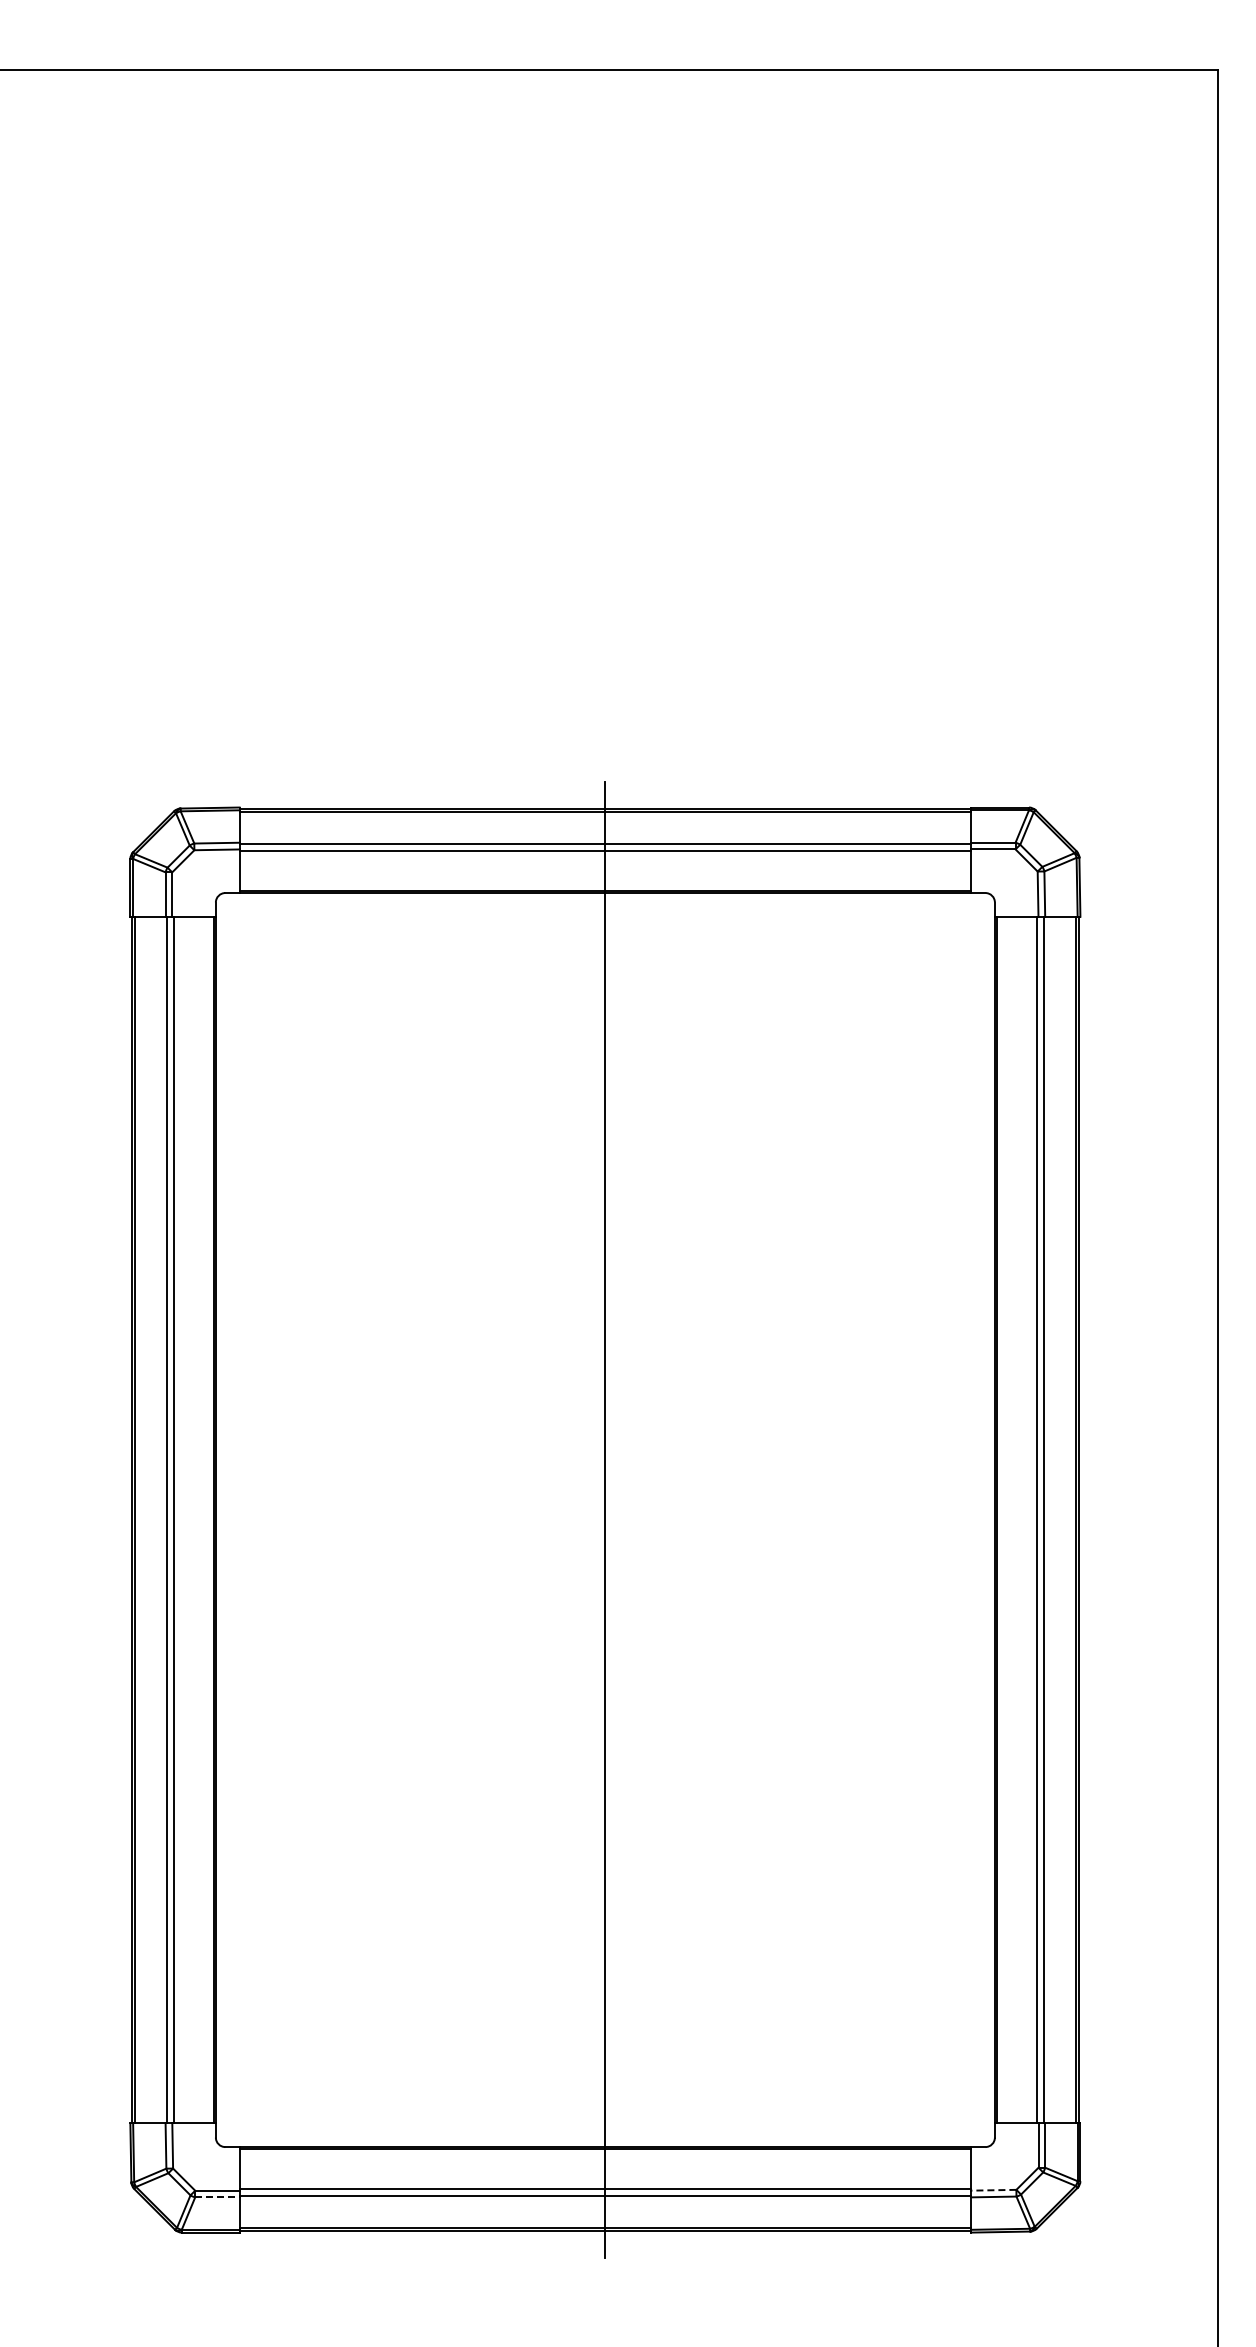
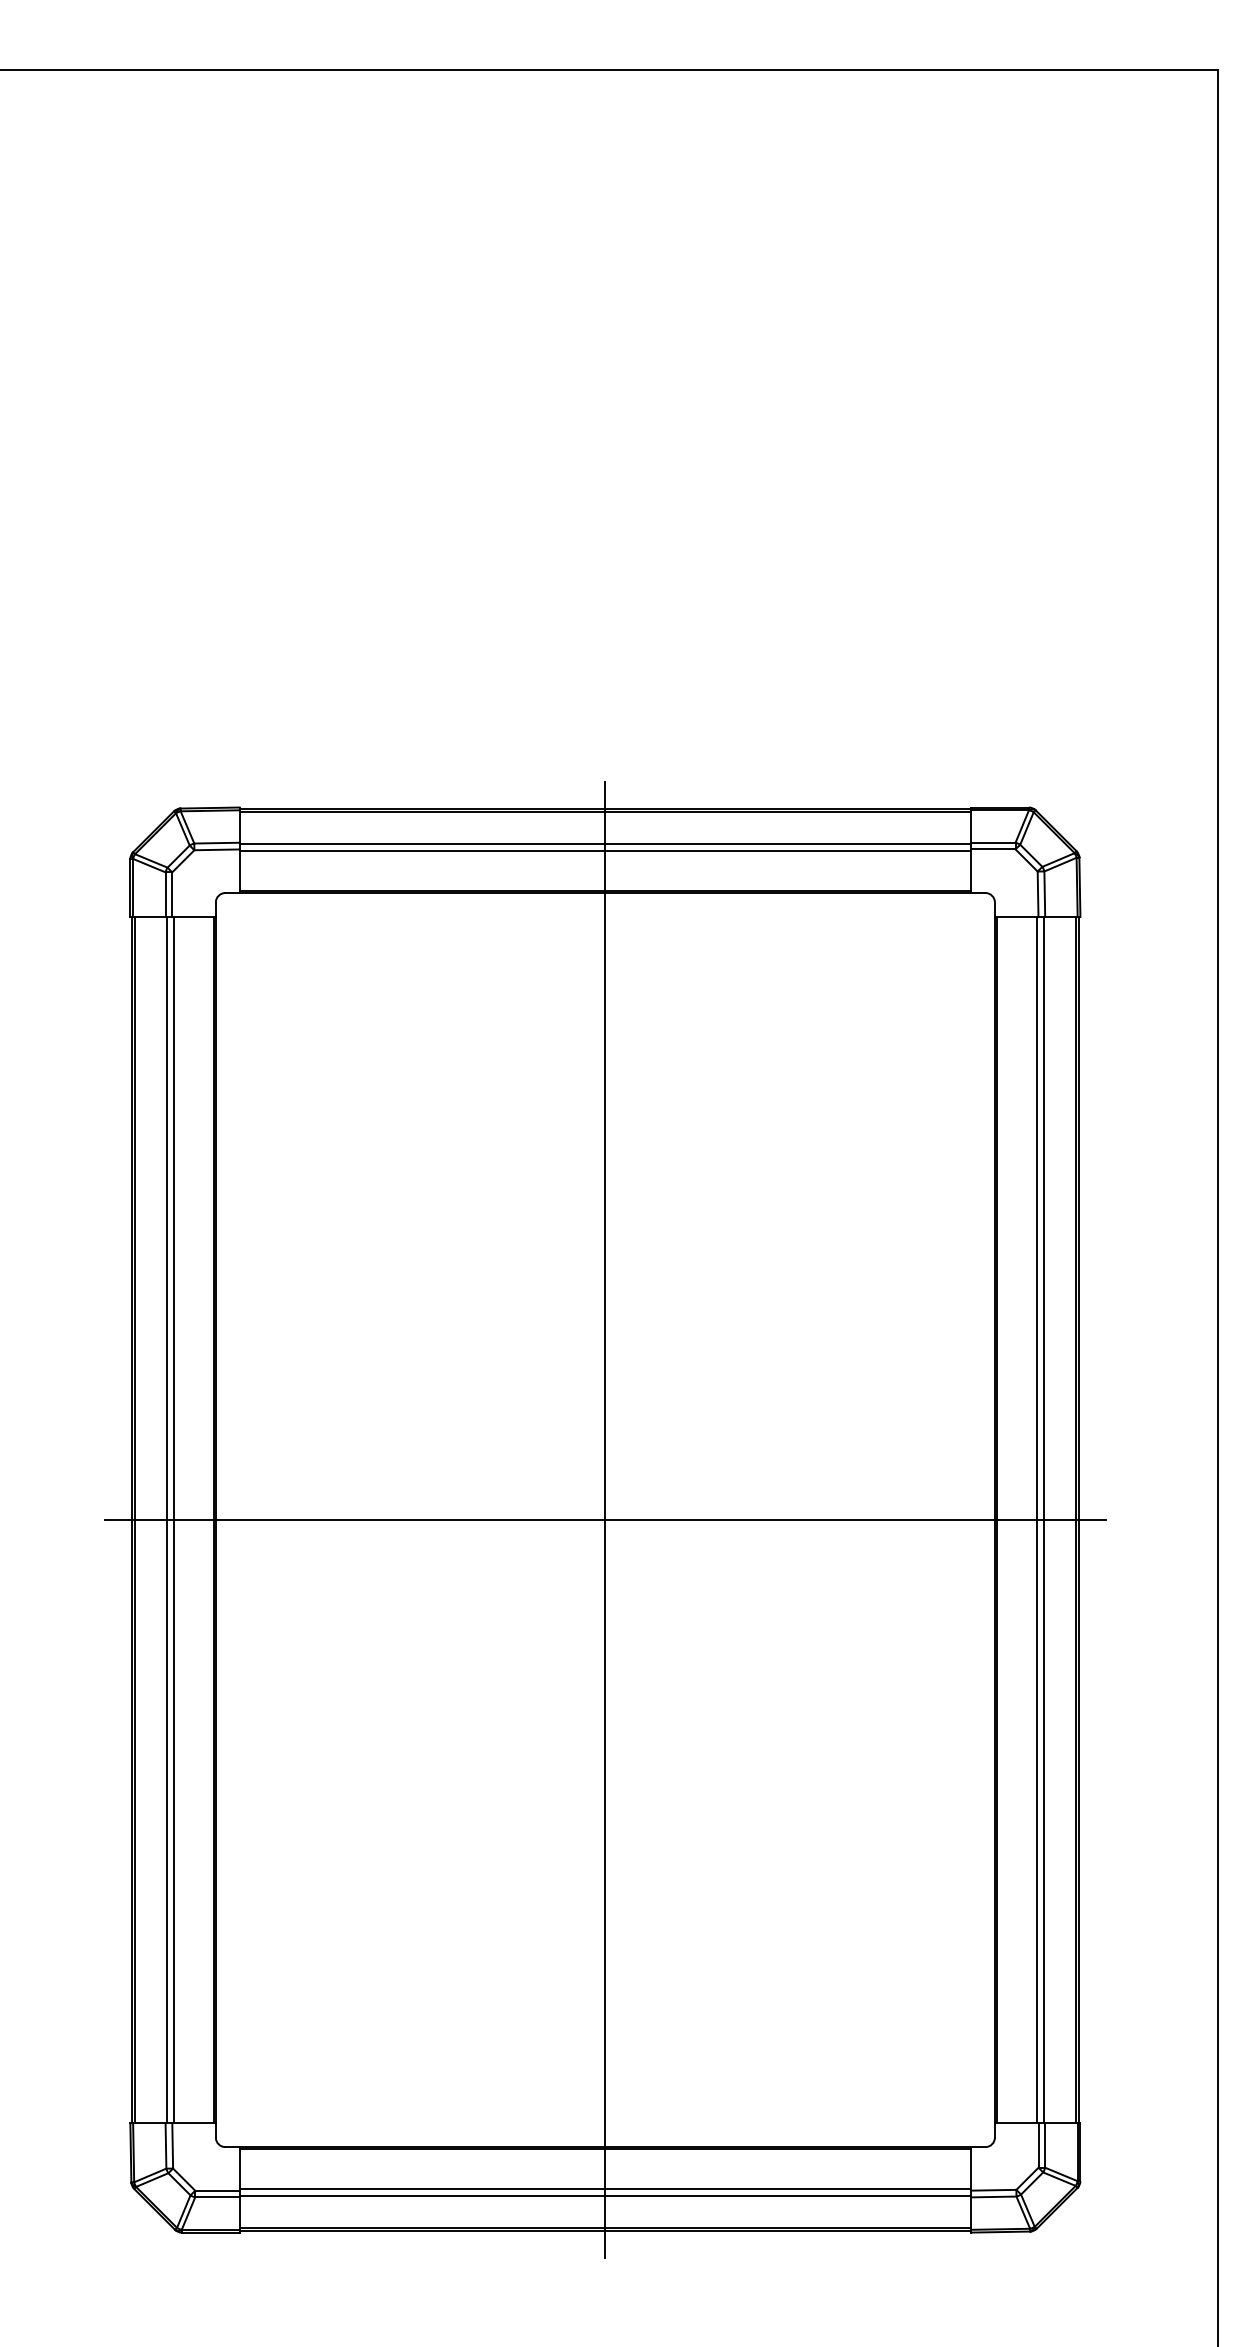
line at (604, 1520): none -> present
line at (993, 2190): dashed -> solid
line at (217, 2197): dashed -> solid
